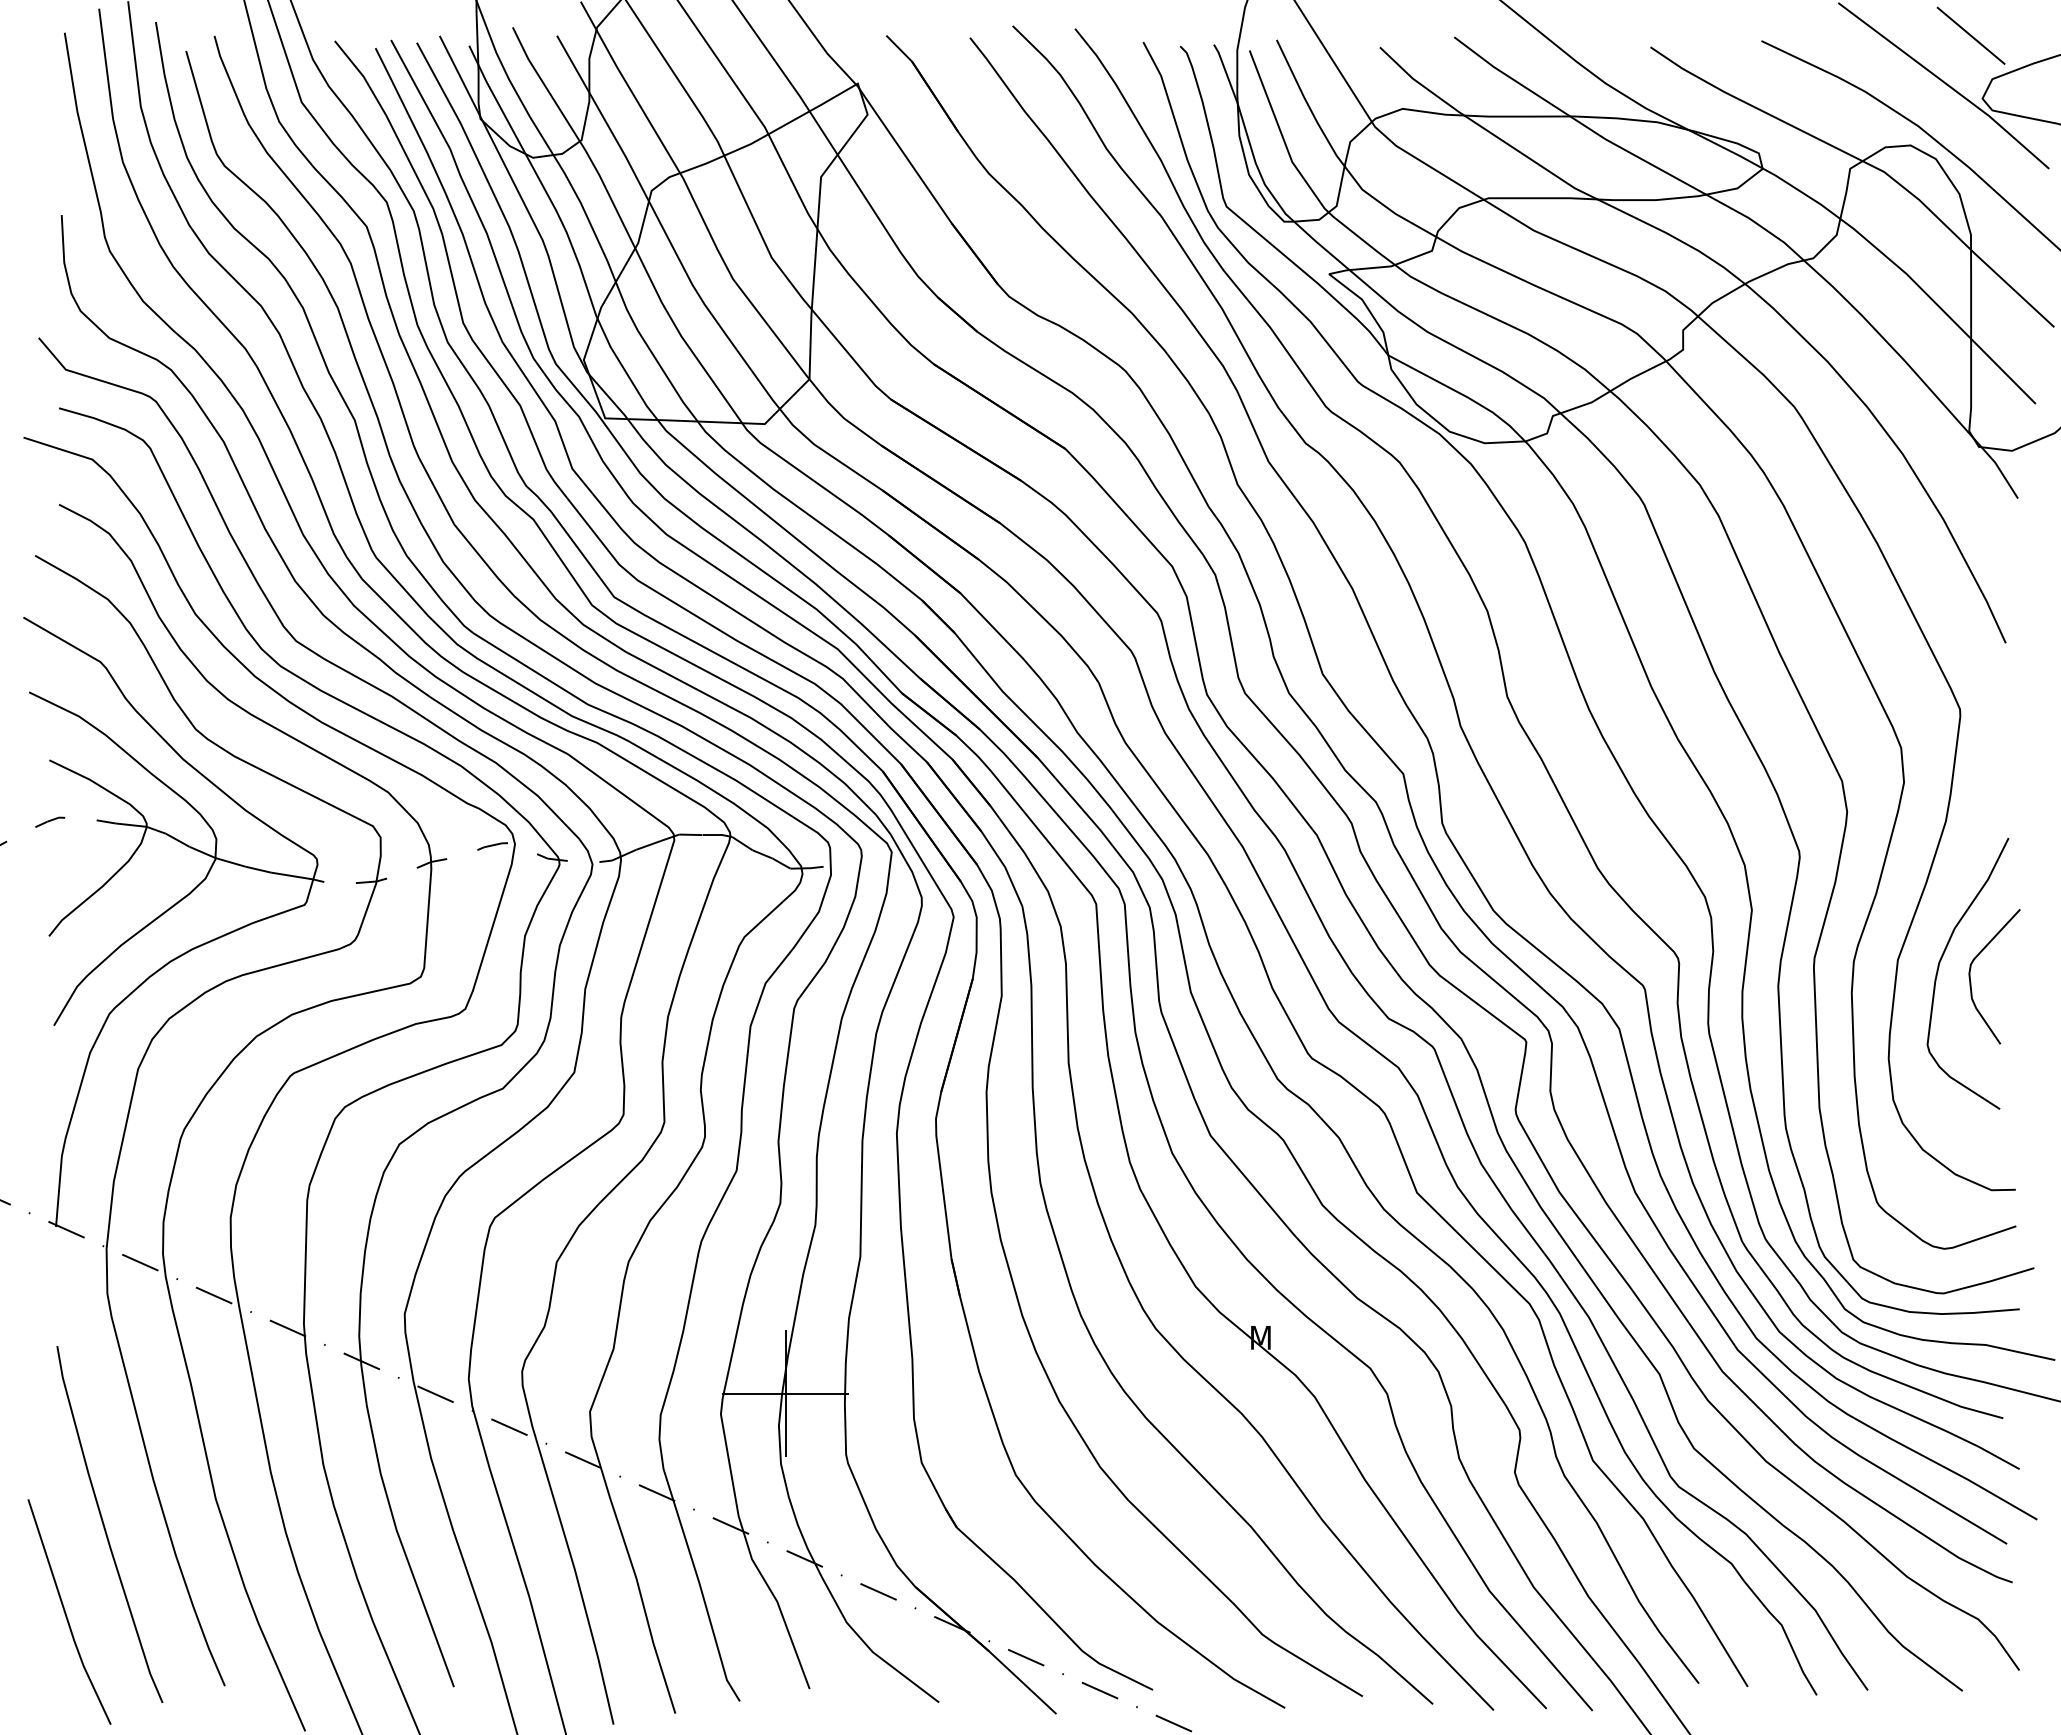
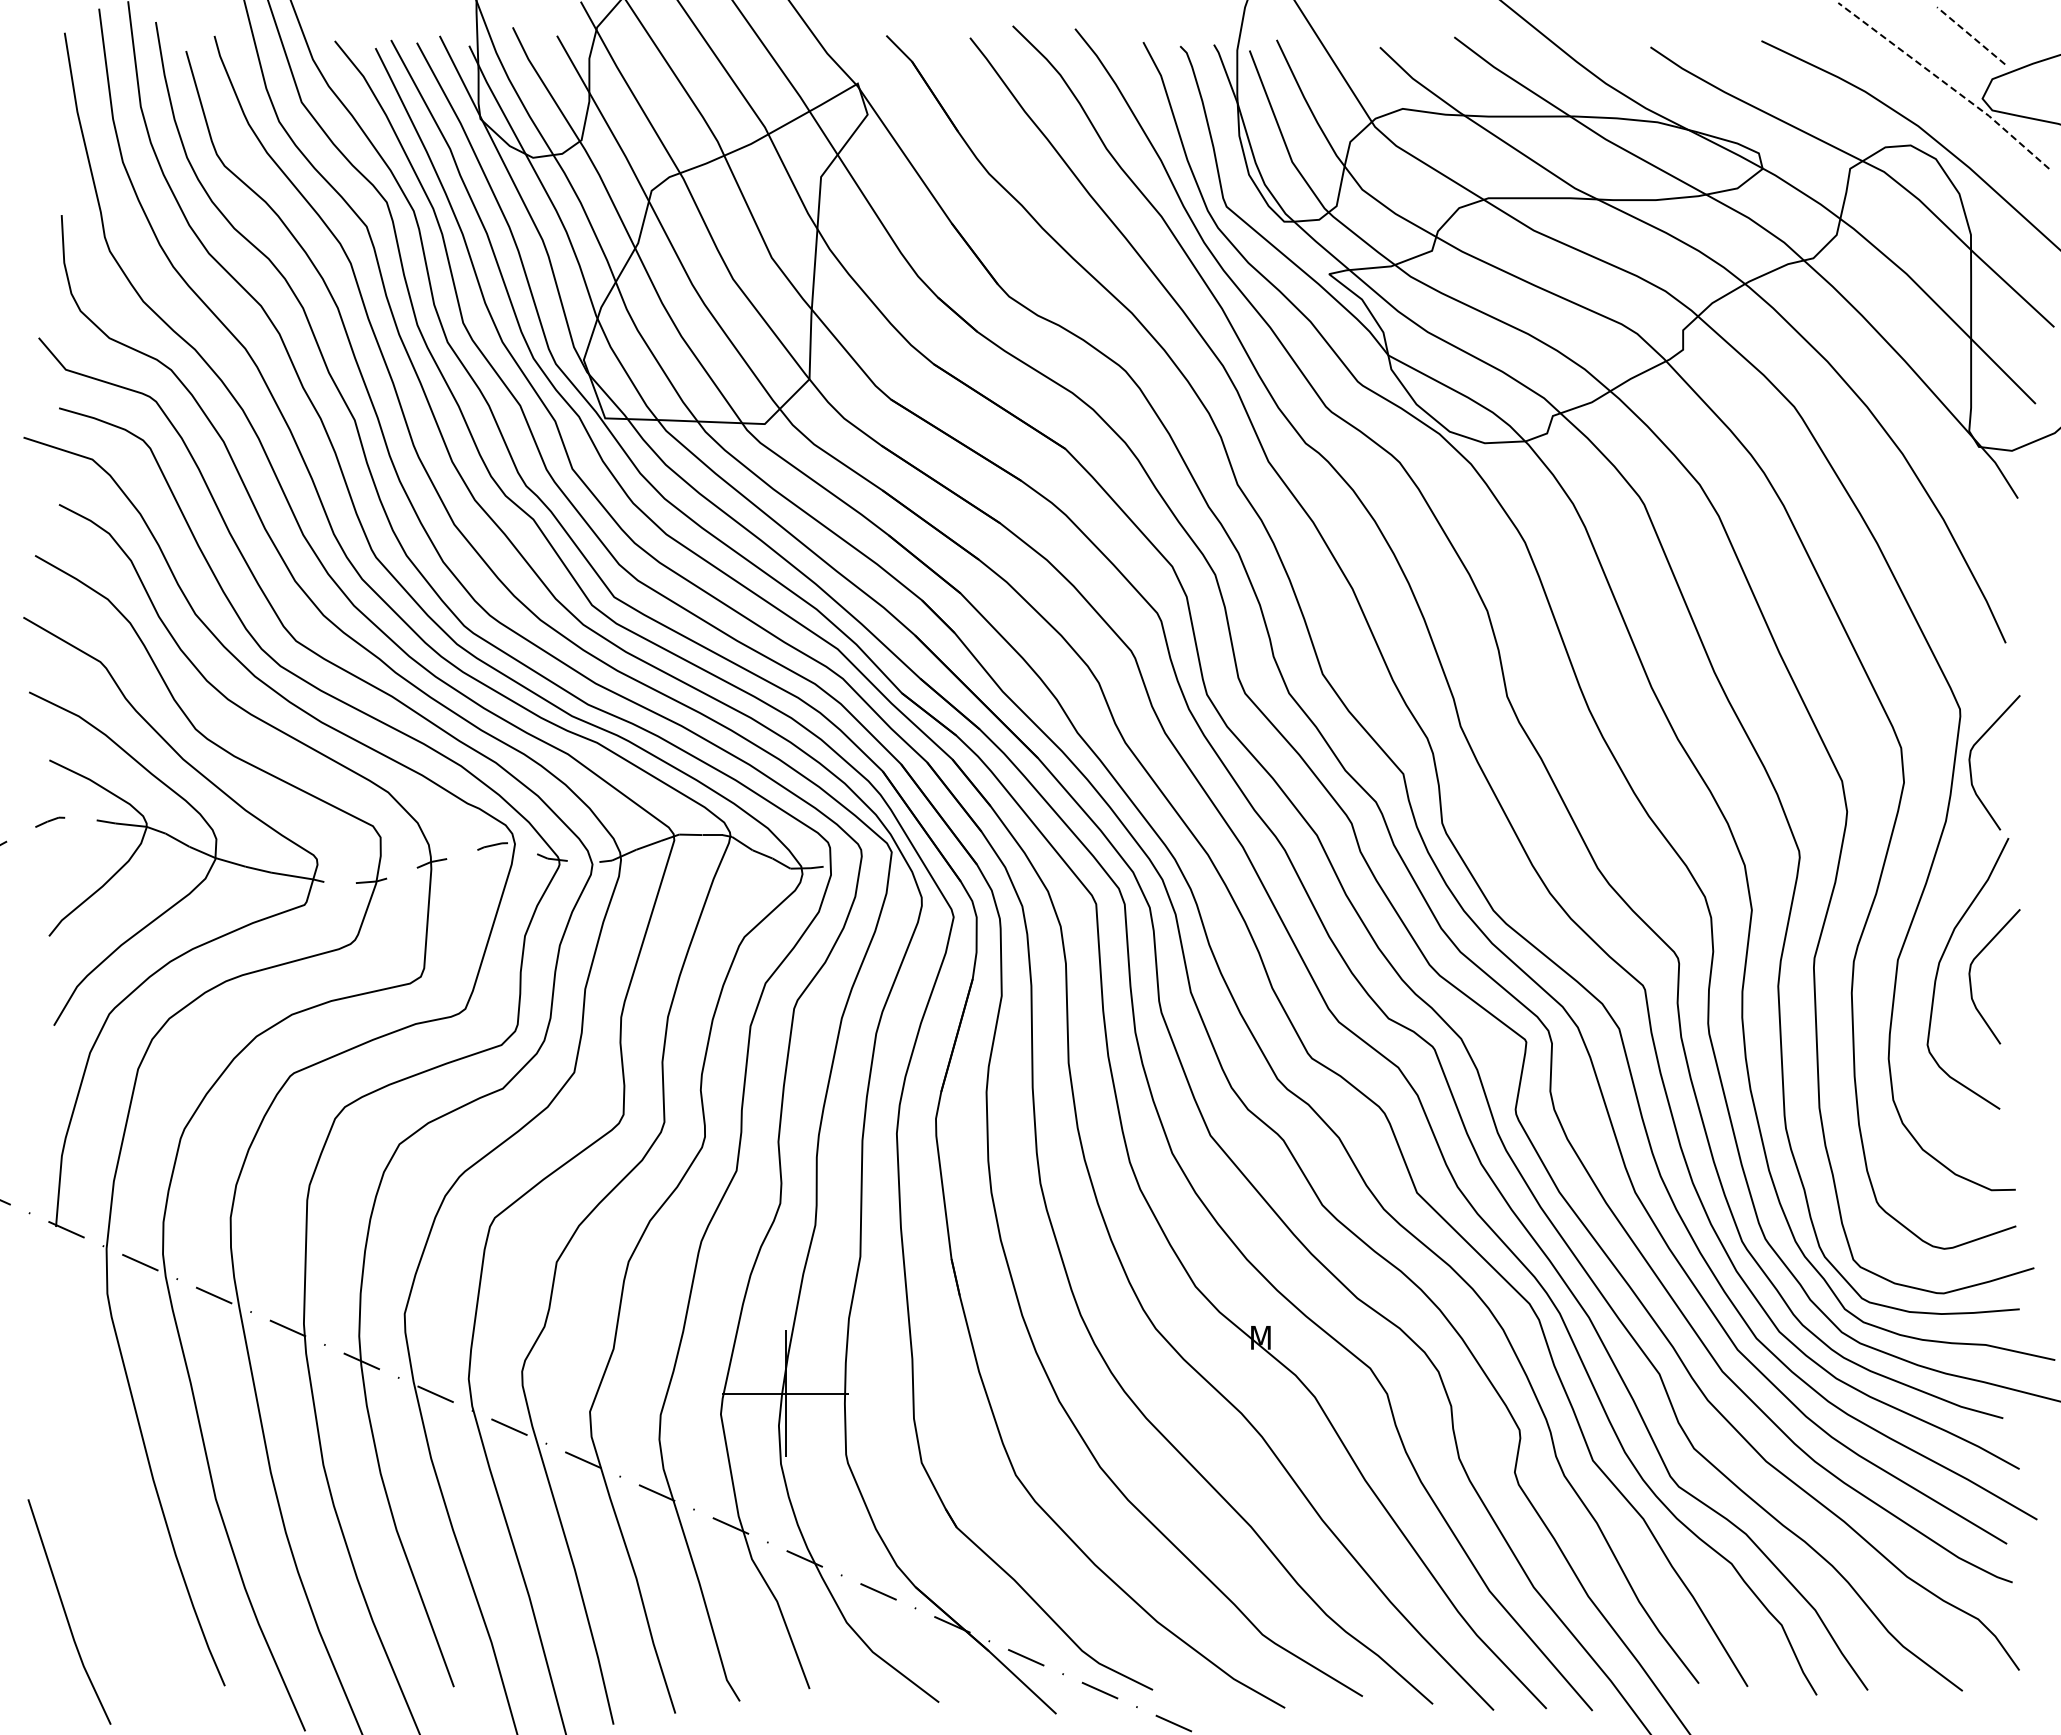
line at (1970, 35): solid -> dashed
line at (1945, 83): solid -> dashed
curve at (1971, 767): none -> present
curve at (104, 1524): present -> none
